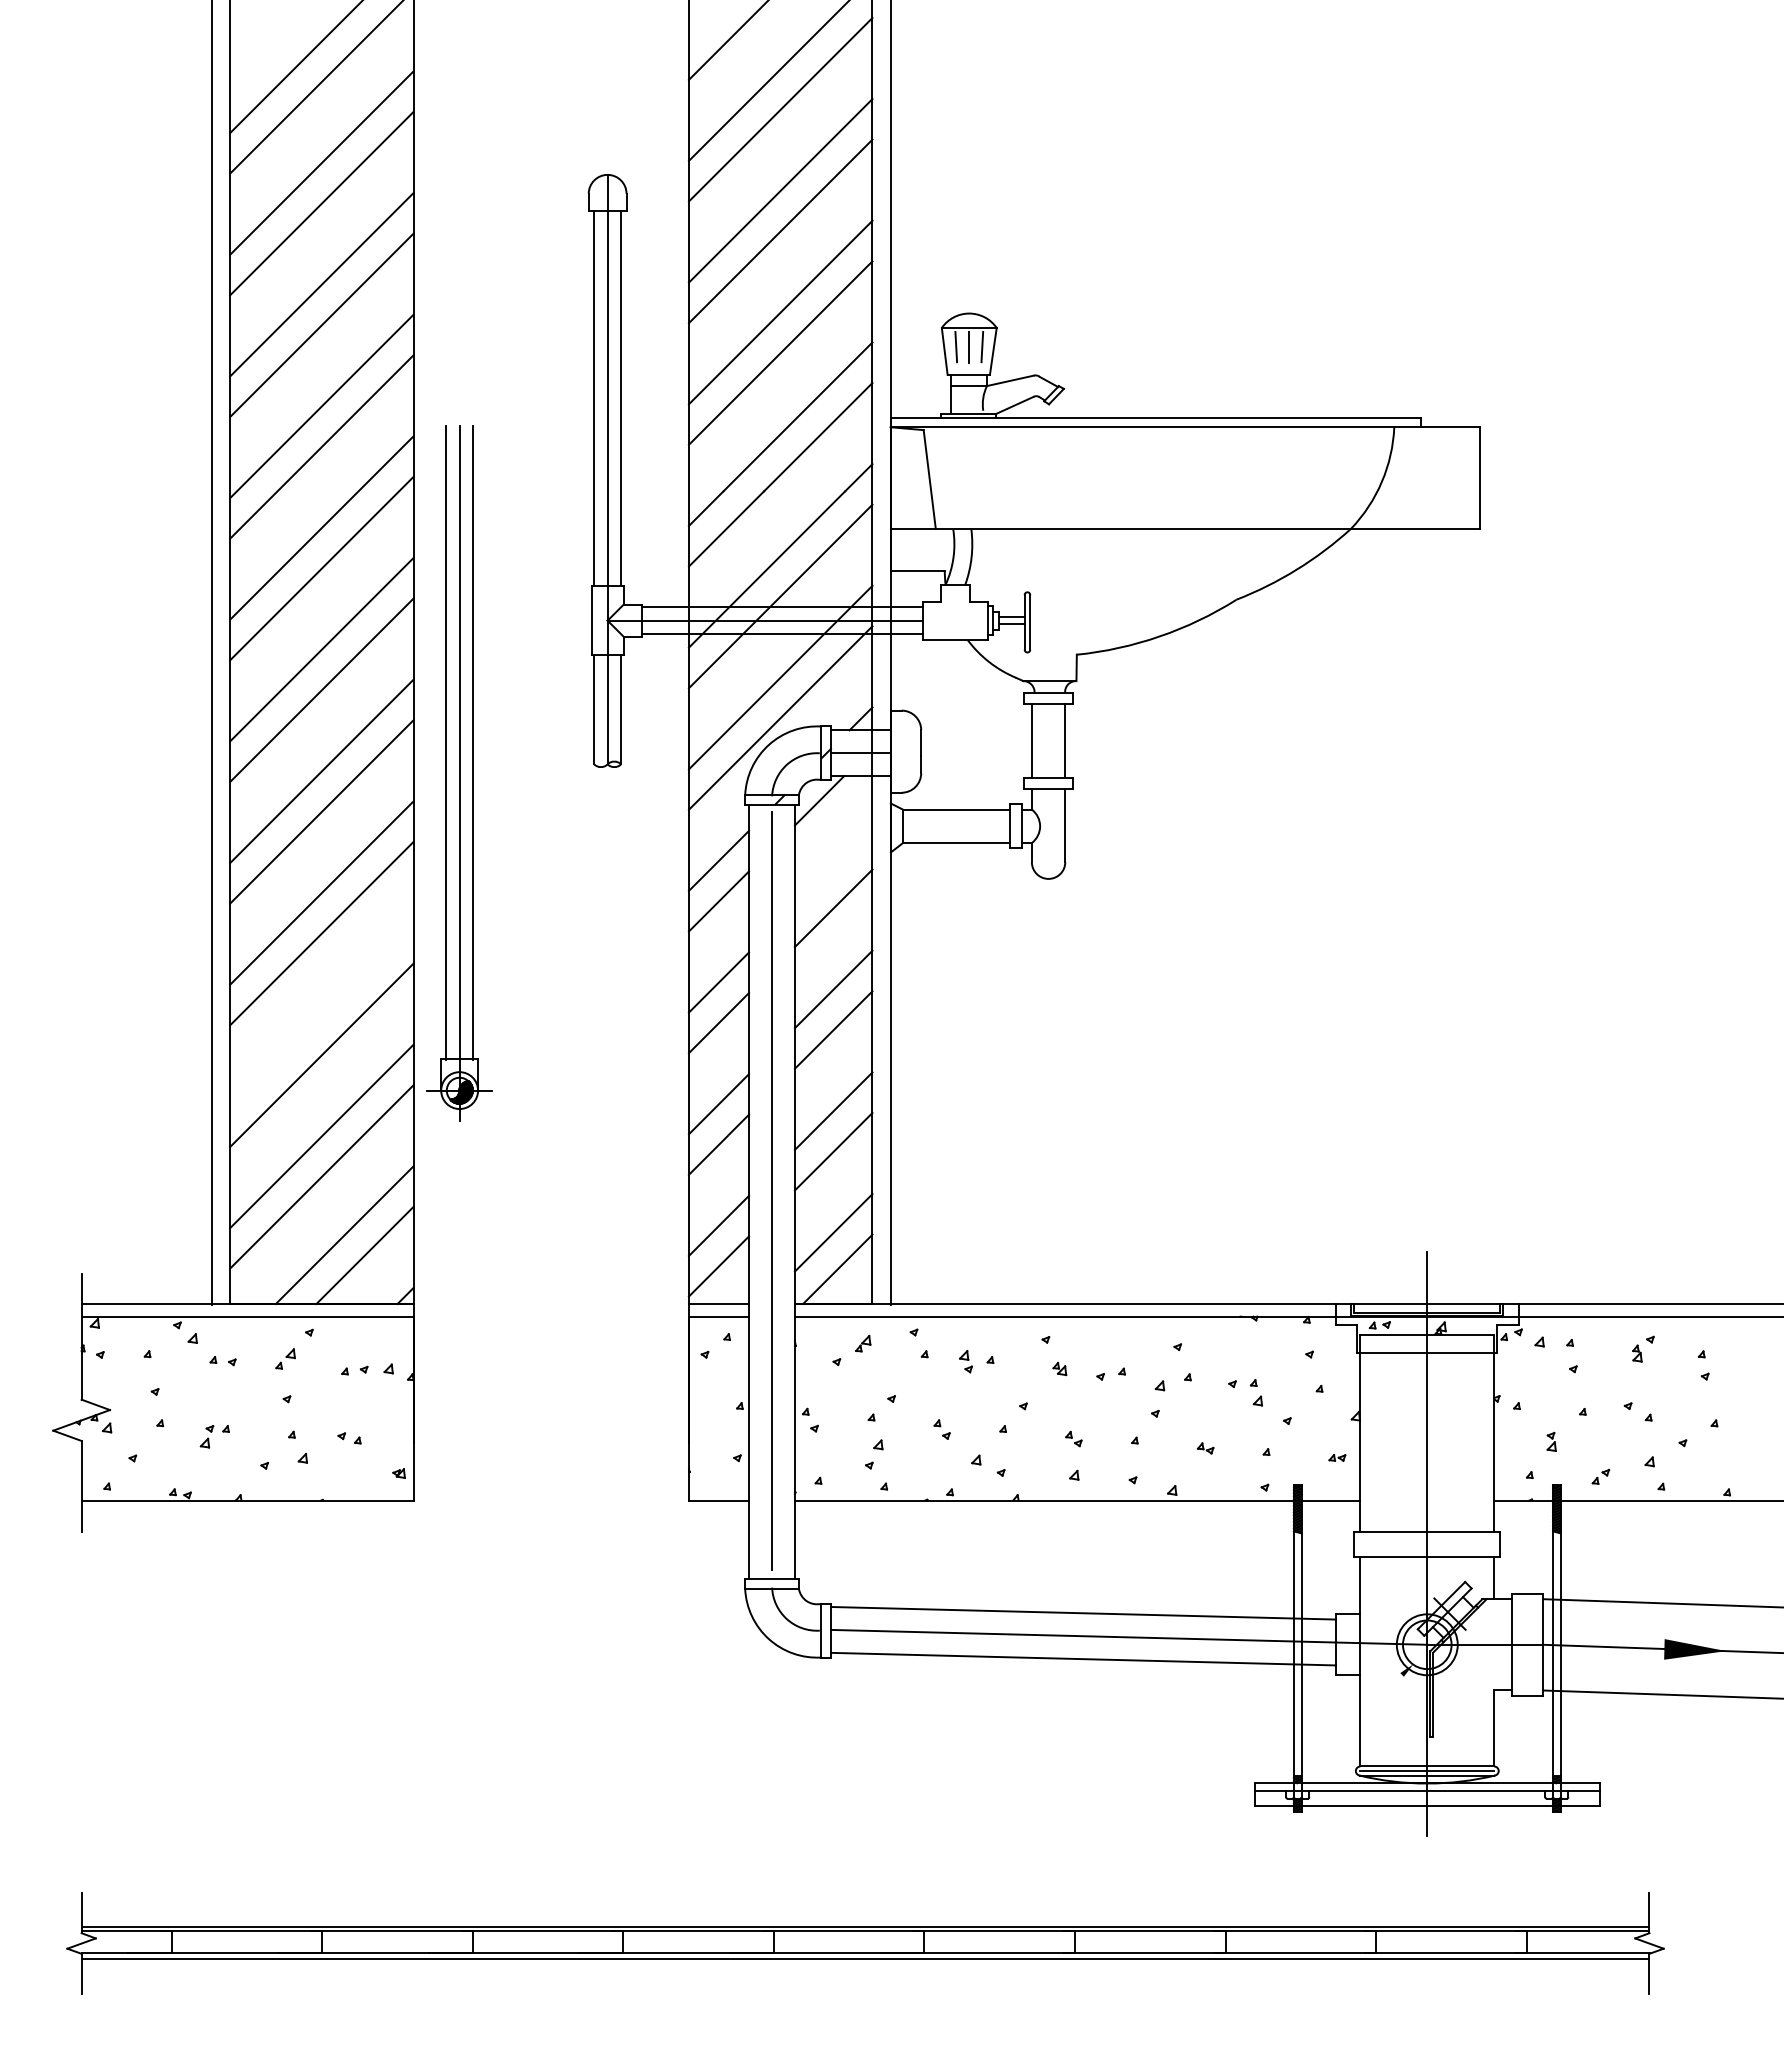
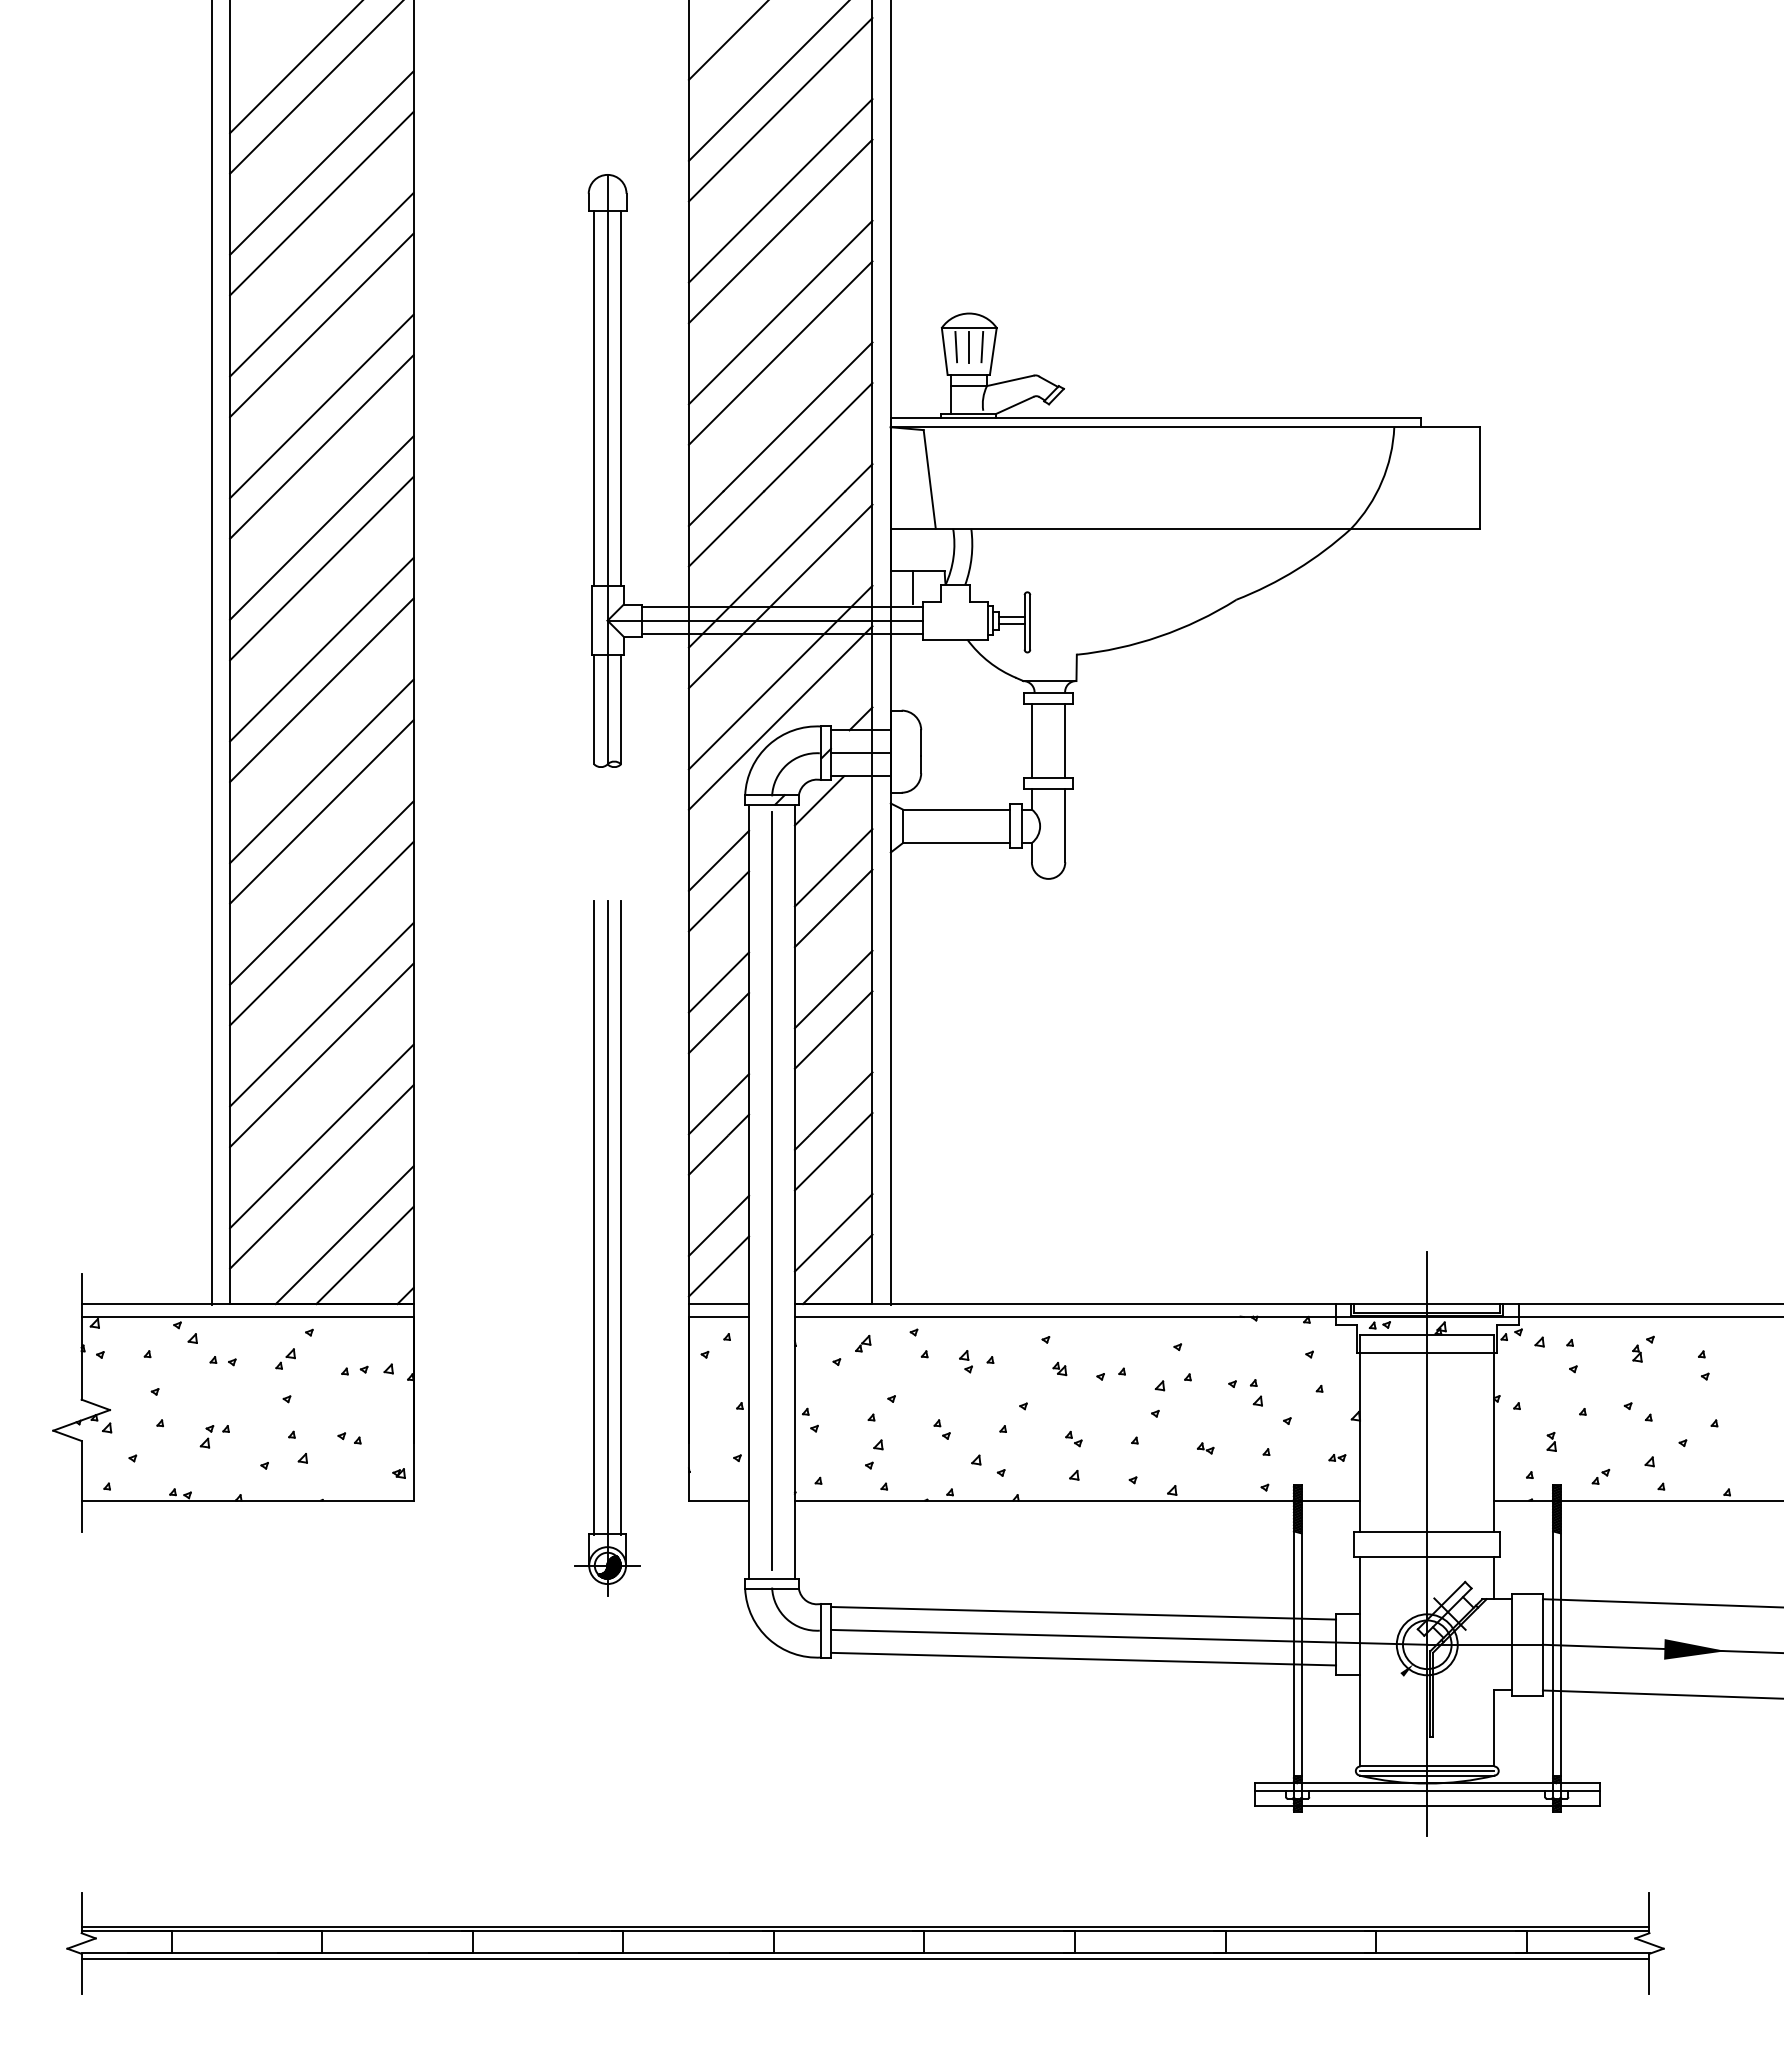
line at (913, 587): none -> present
part at (459, 773) position: (459, 773) -> (607, 1248)
line at (833, 867): none -> present
line at (321, 1014): none -> present
